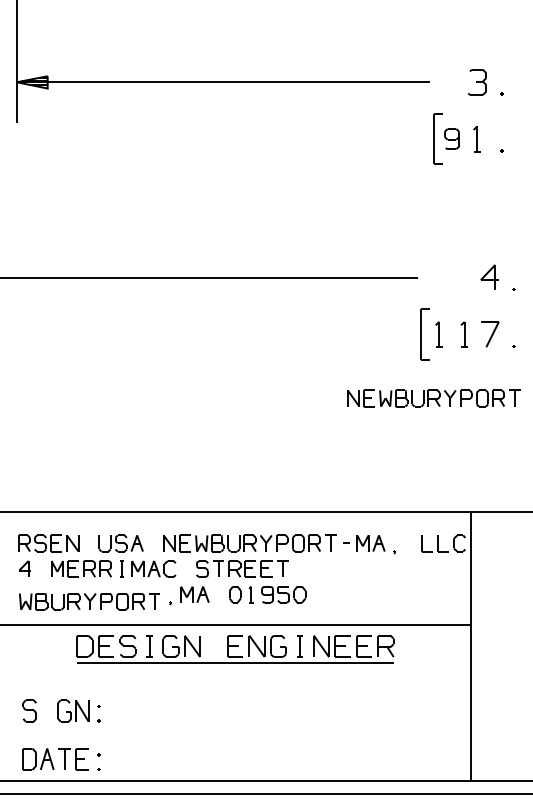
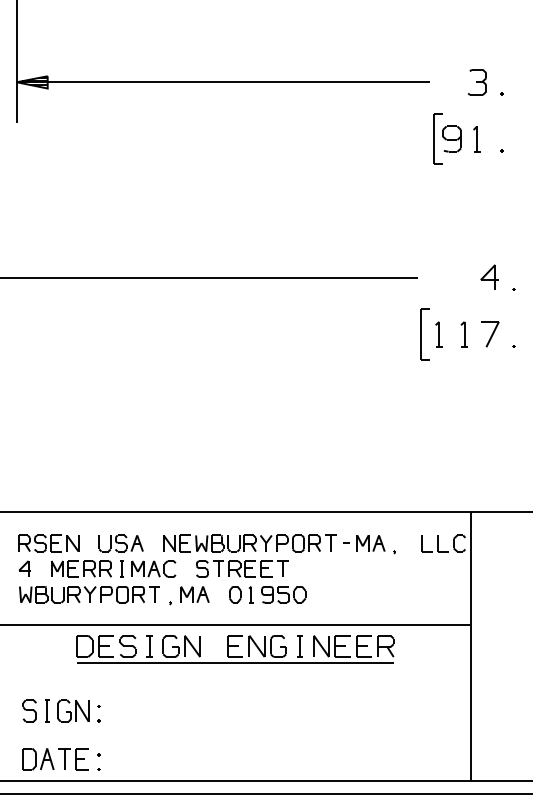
part at (451, 138) size: 16x22 px -> 20x28 px
part at (433, 398): present -> none
part at (89, 601) position: (89, 601) -> (89, 594)
part at (47, 710): none -> present
